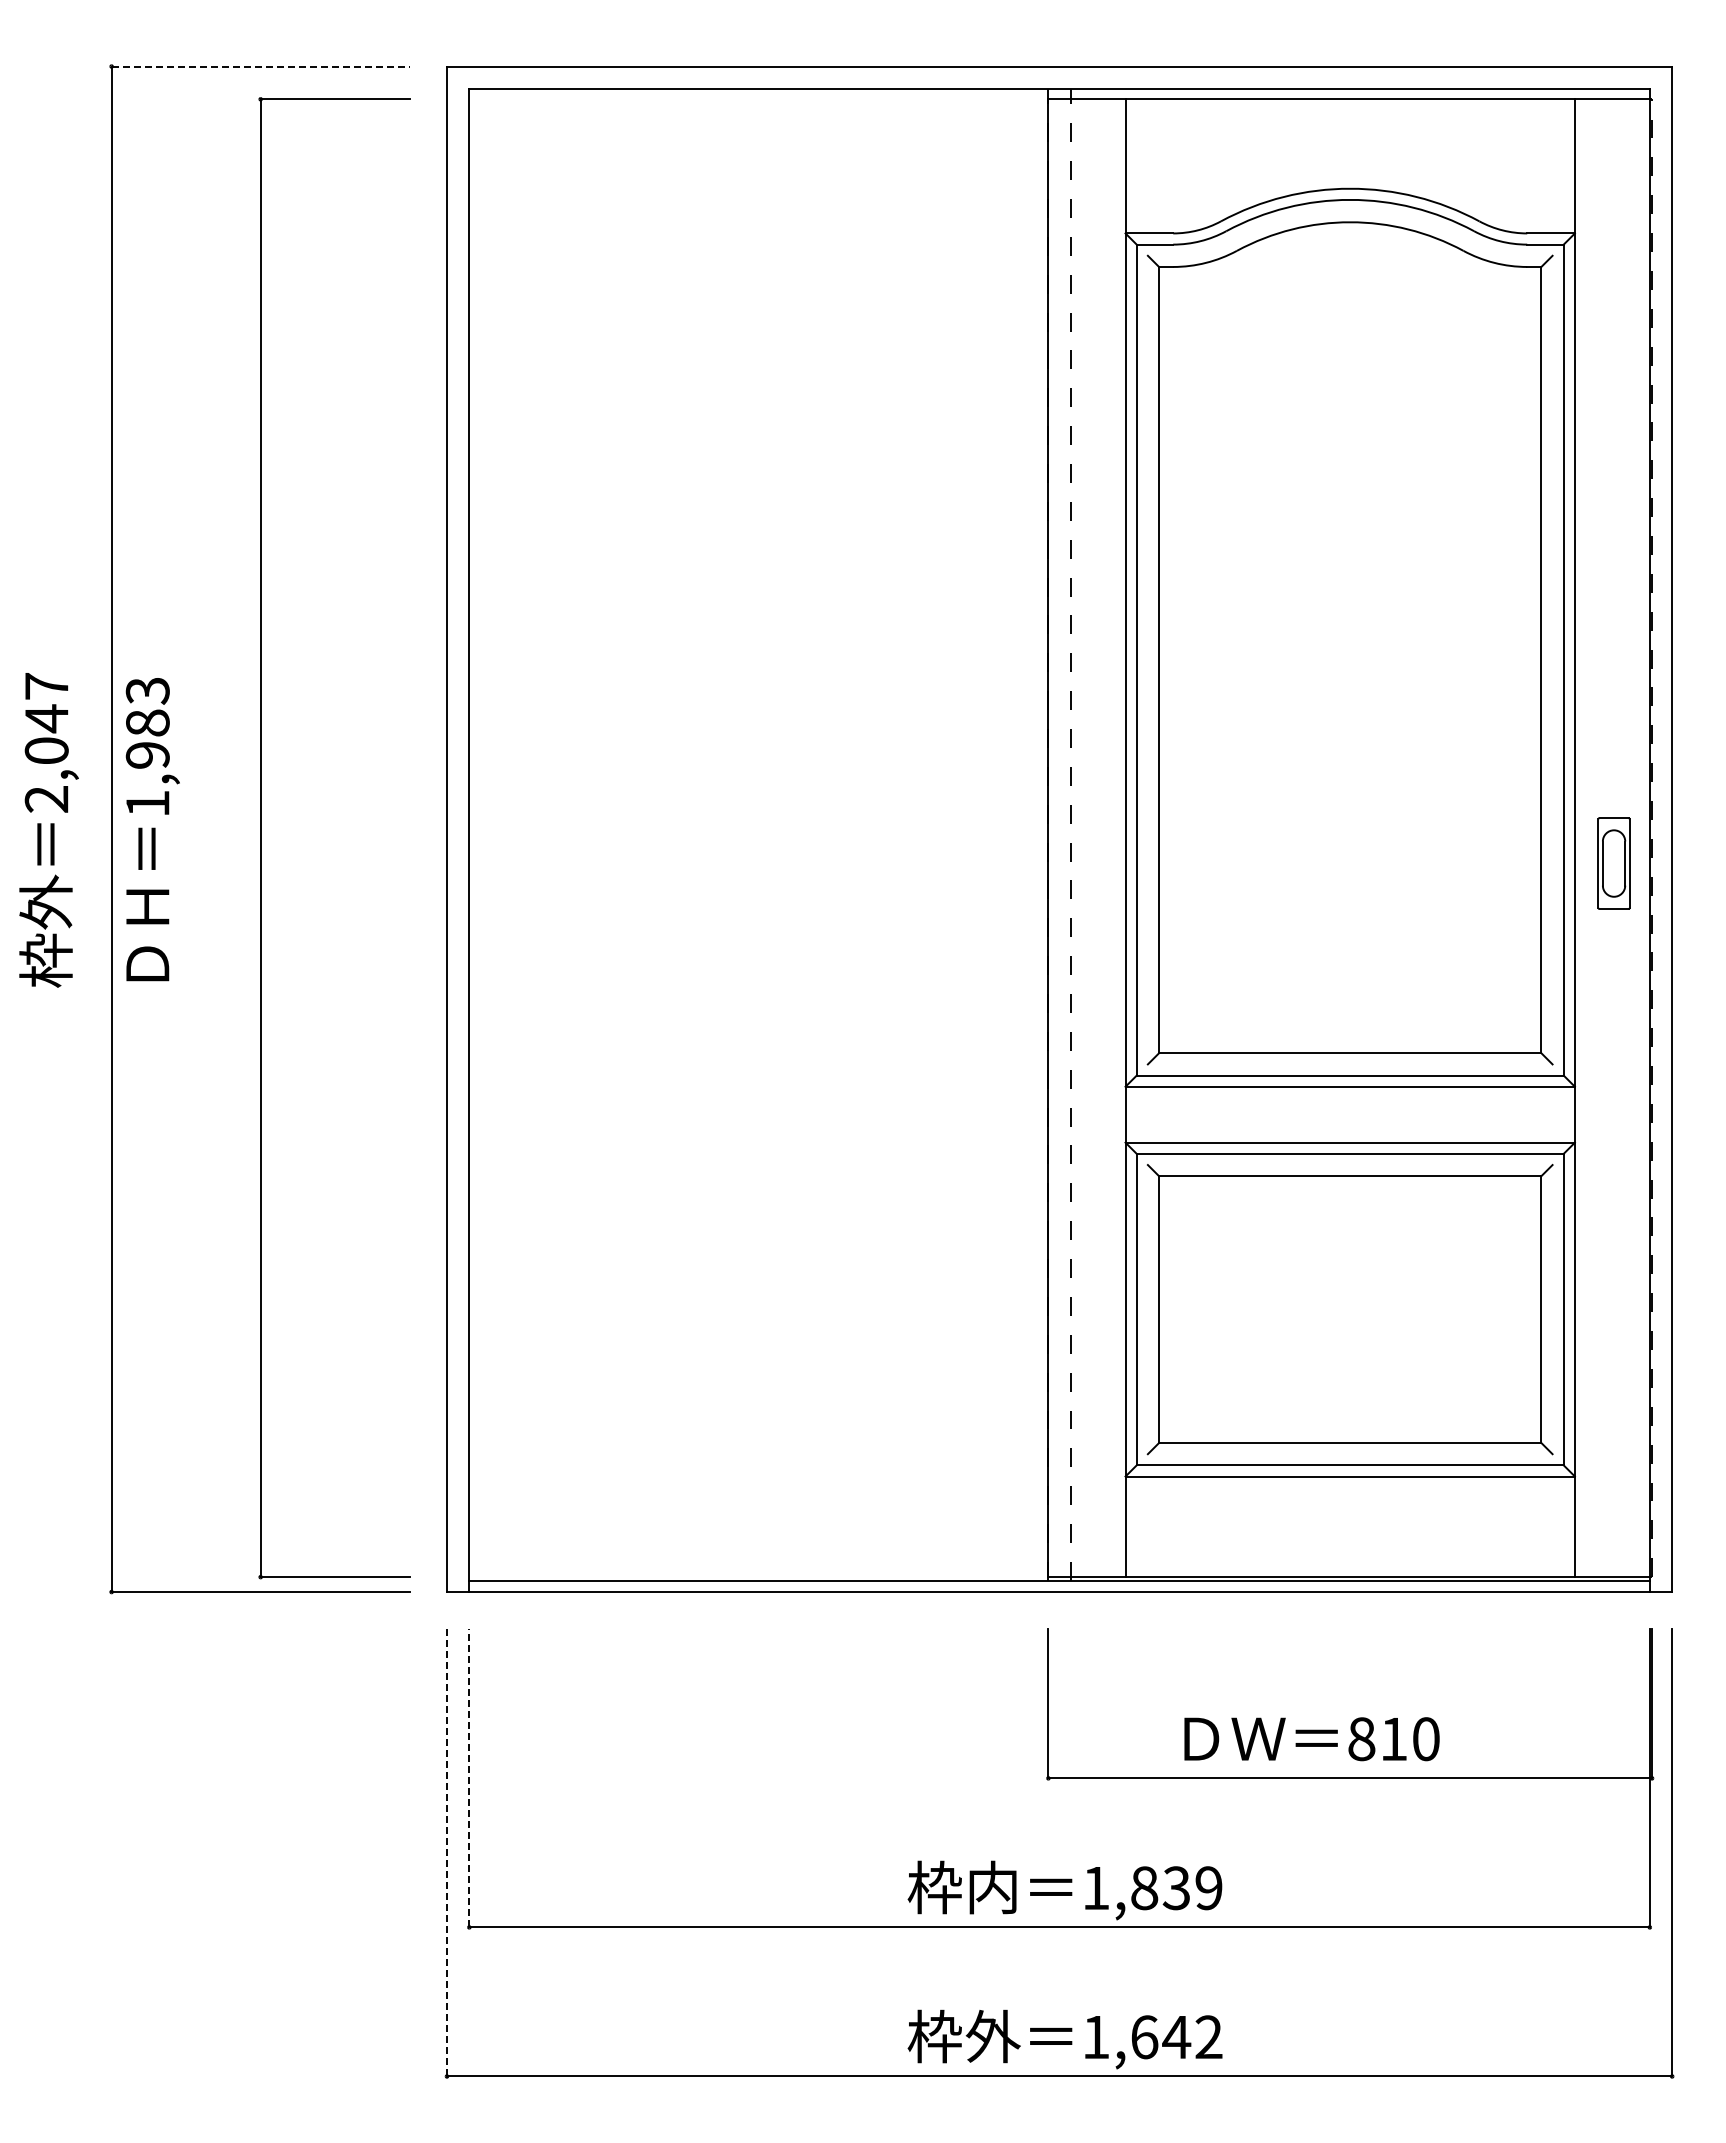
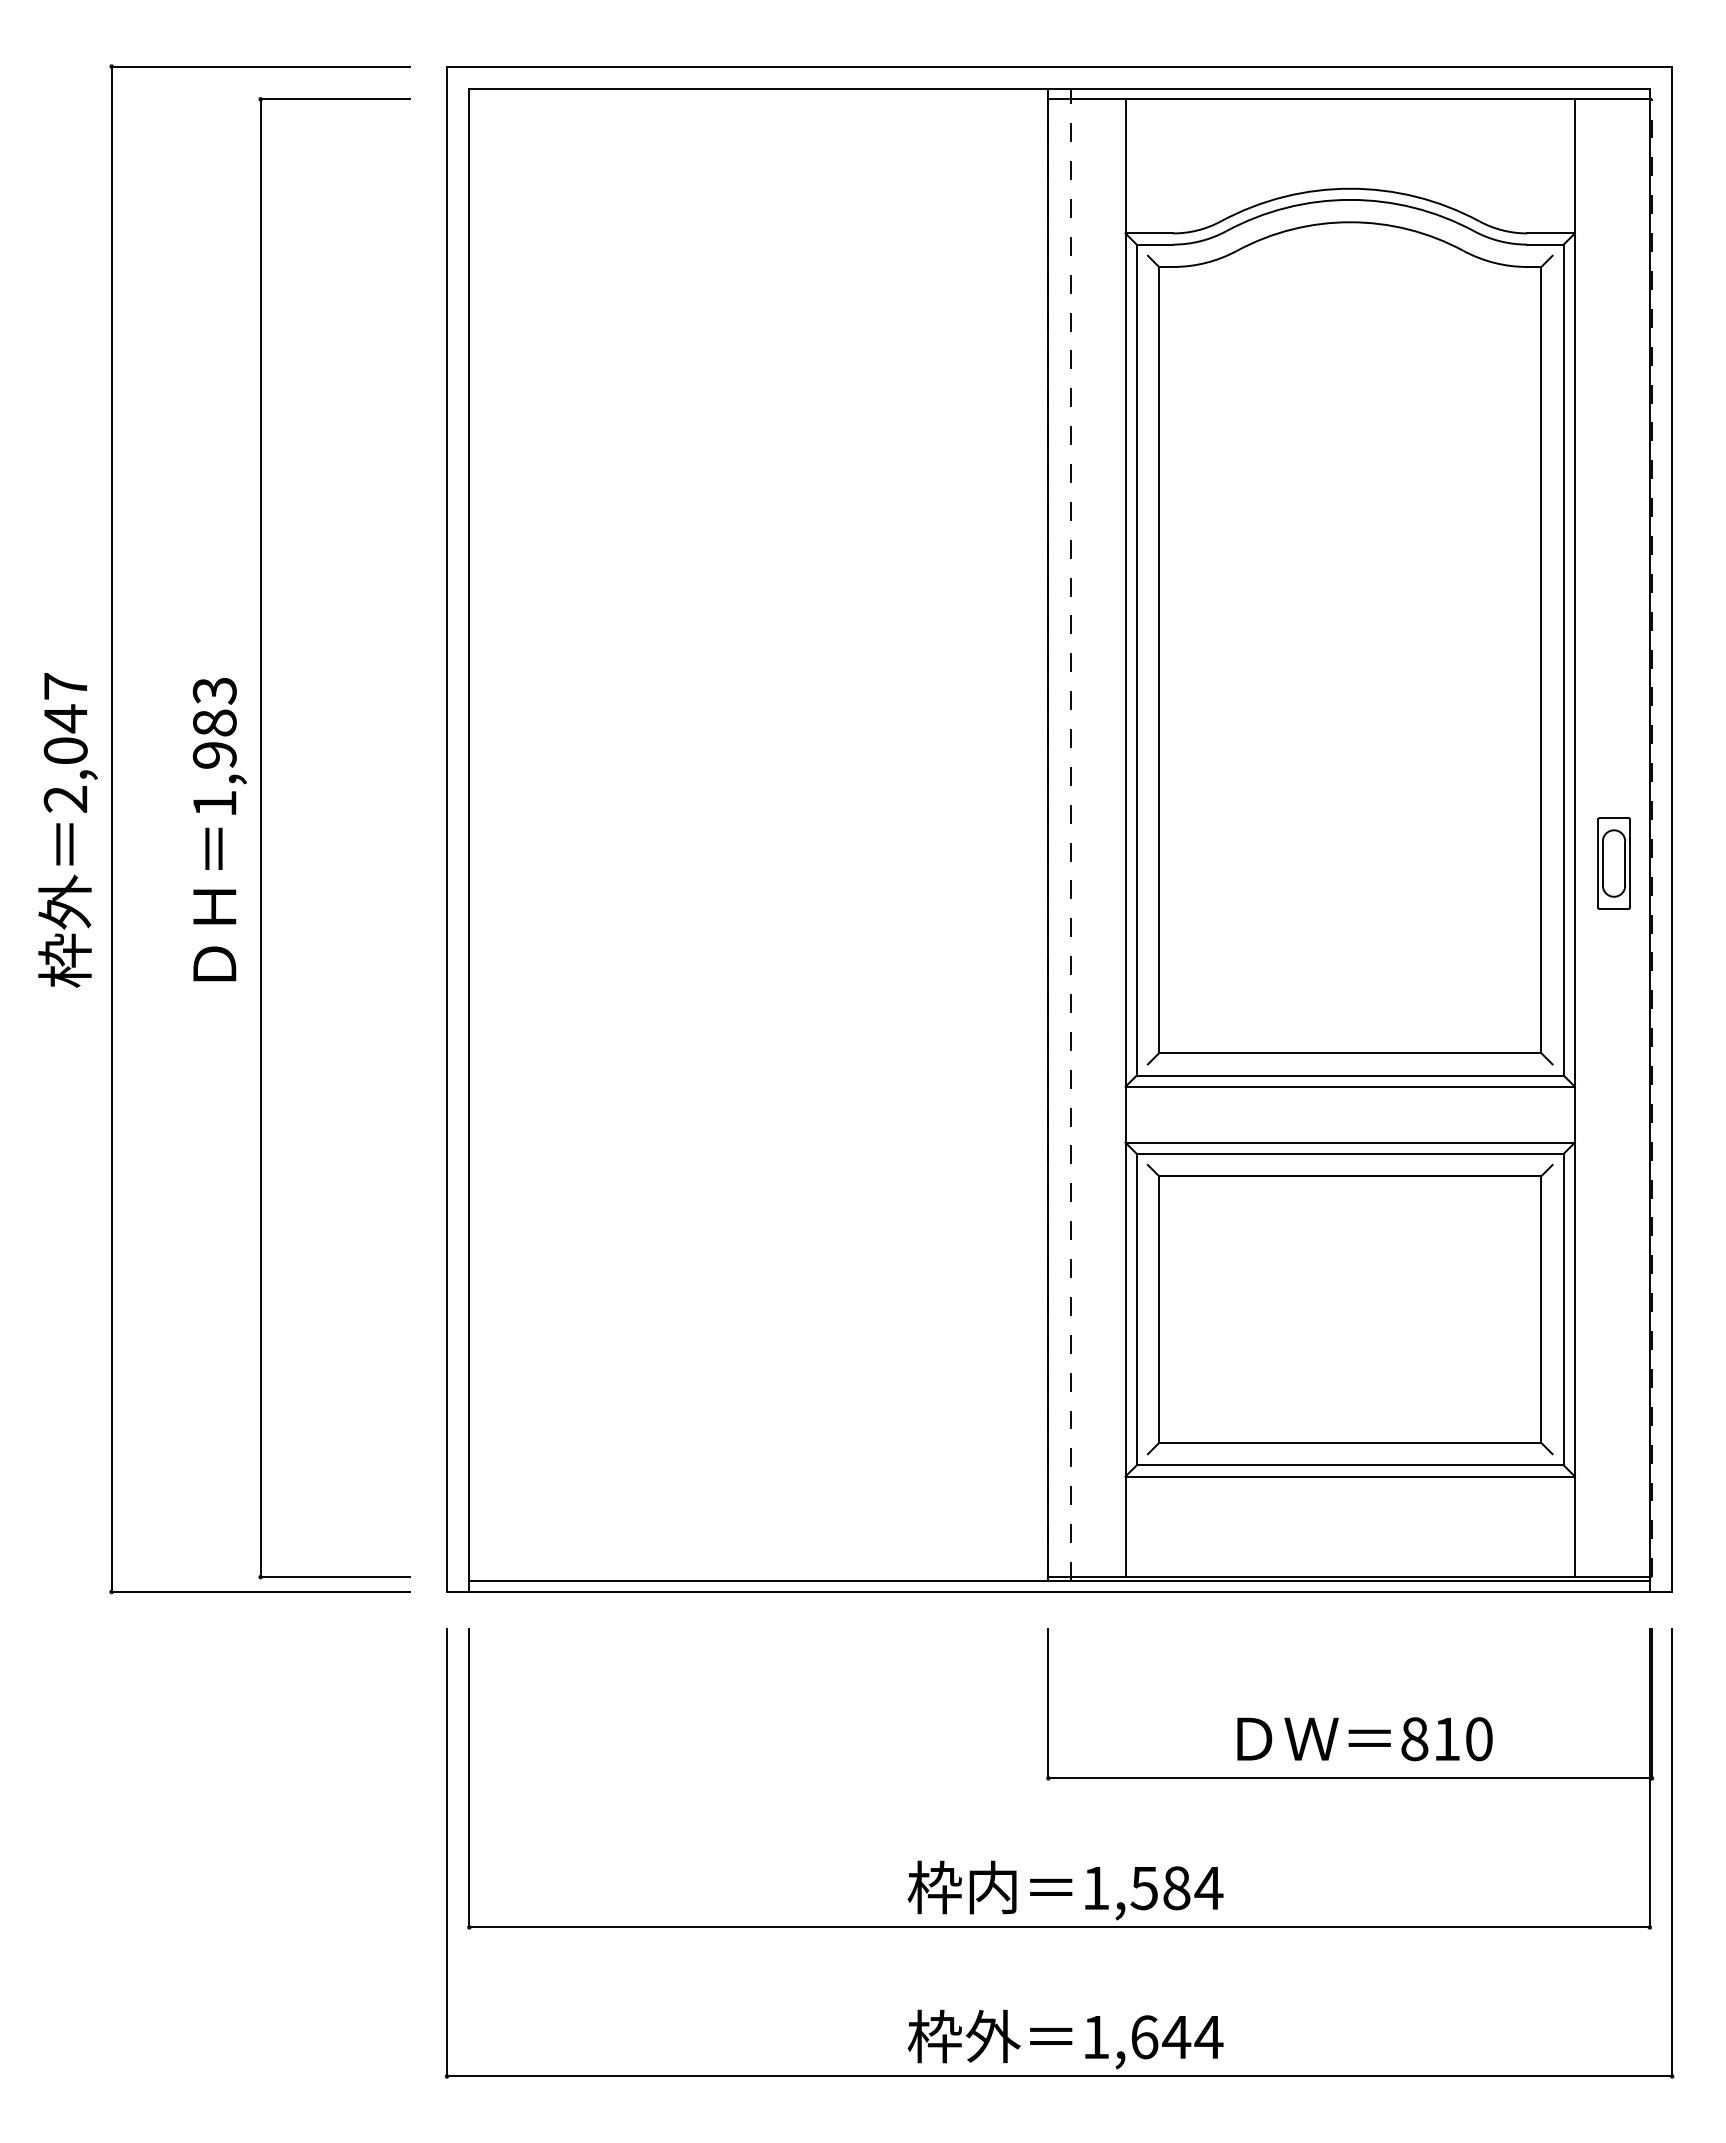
line at (261, 66): dashed -> solid
text at (152, 829) position: (152, 829) -> (219, 829)
text at (48, 830) position: (48, 830) -> (67, 830)
text at (1311, 1739) position: (1311, 1739) -> (1364, 1739)
line at (469, 1777): dashed -> solid
line at (446, 1852): dashed -> solid
text at (1176, 1888): 1,839 -> 1,584
text at (1208, 2036): 1,642 -> 1,644
